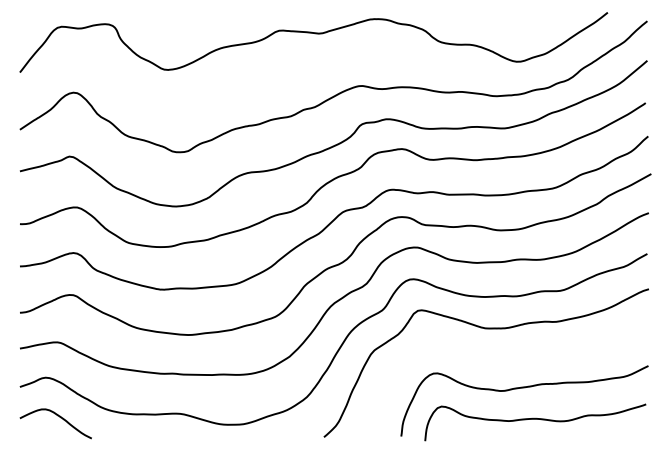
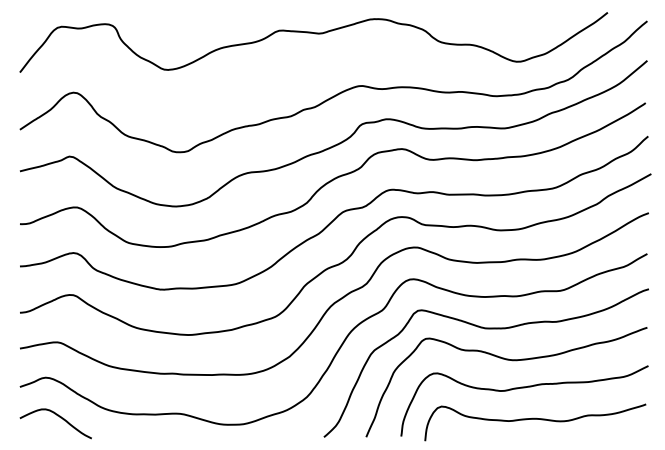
curve at (512, 361): none -> present
